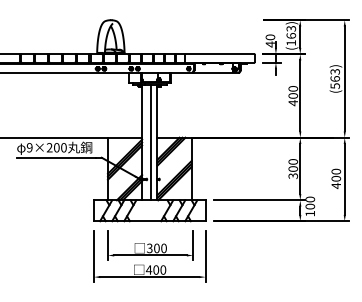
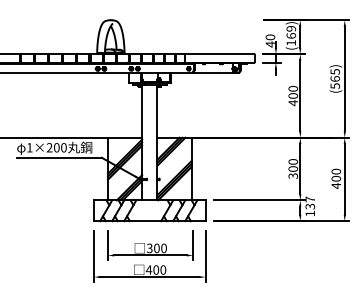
text at (290, 28): (163) -> (169)
text at (334, 71): (563) -> (565)
line at (150, 142): present -> none
text at (29, 147): 9×200 -> 1×200
text at (310, 202): 100 -> 137
